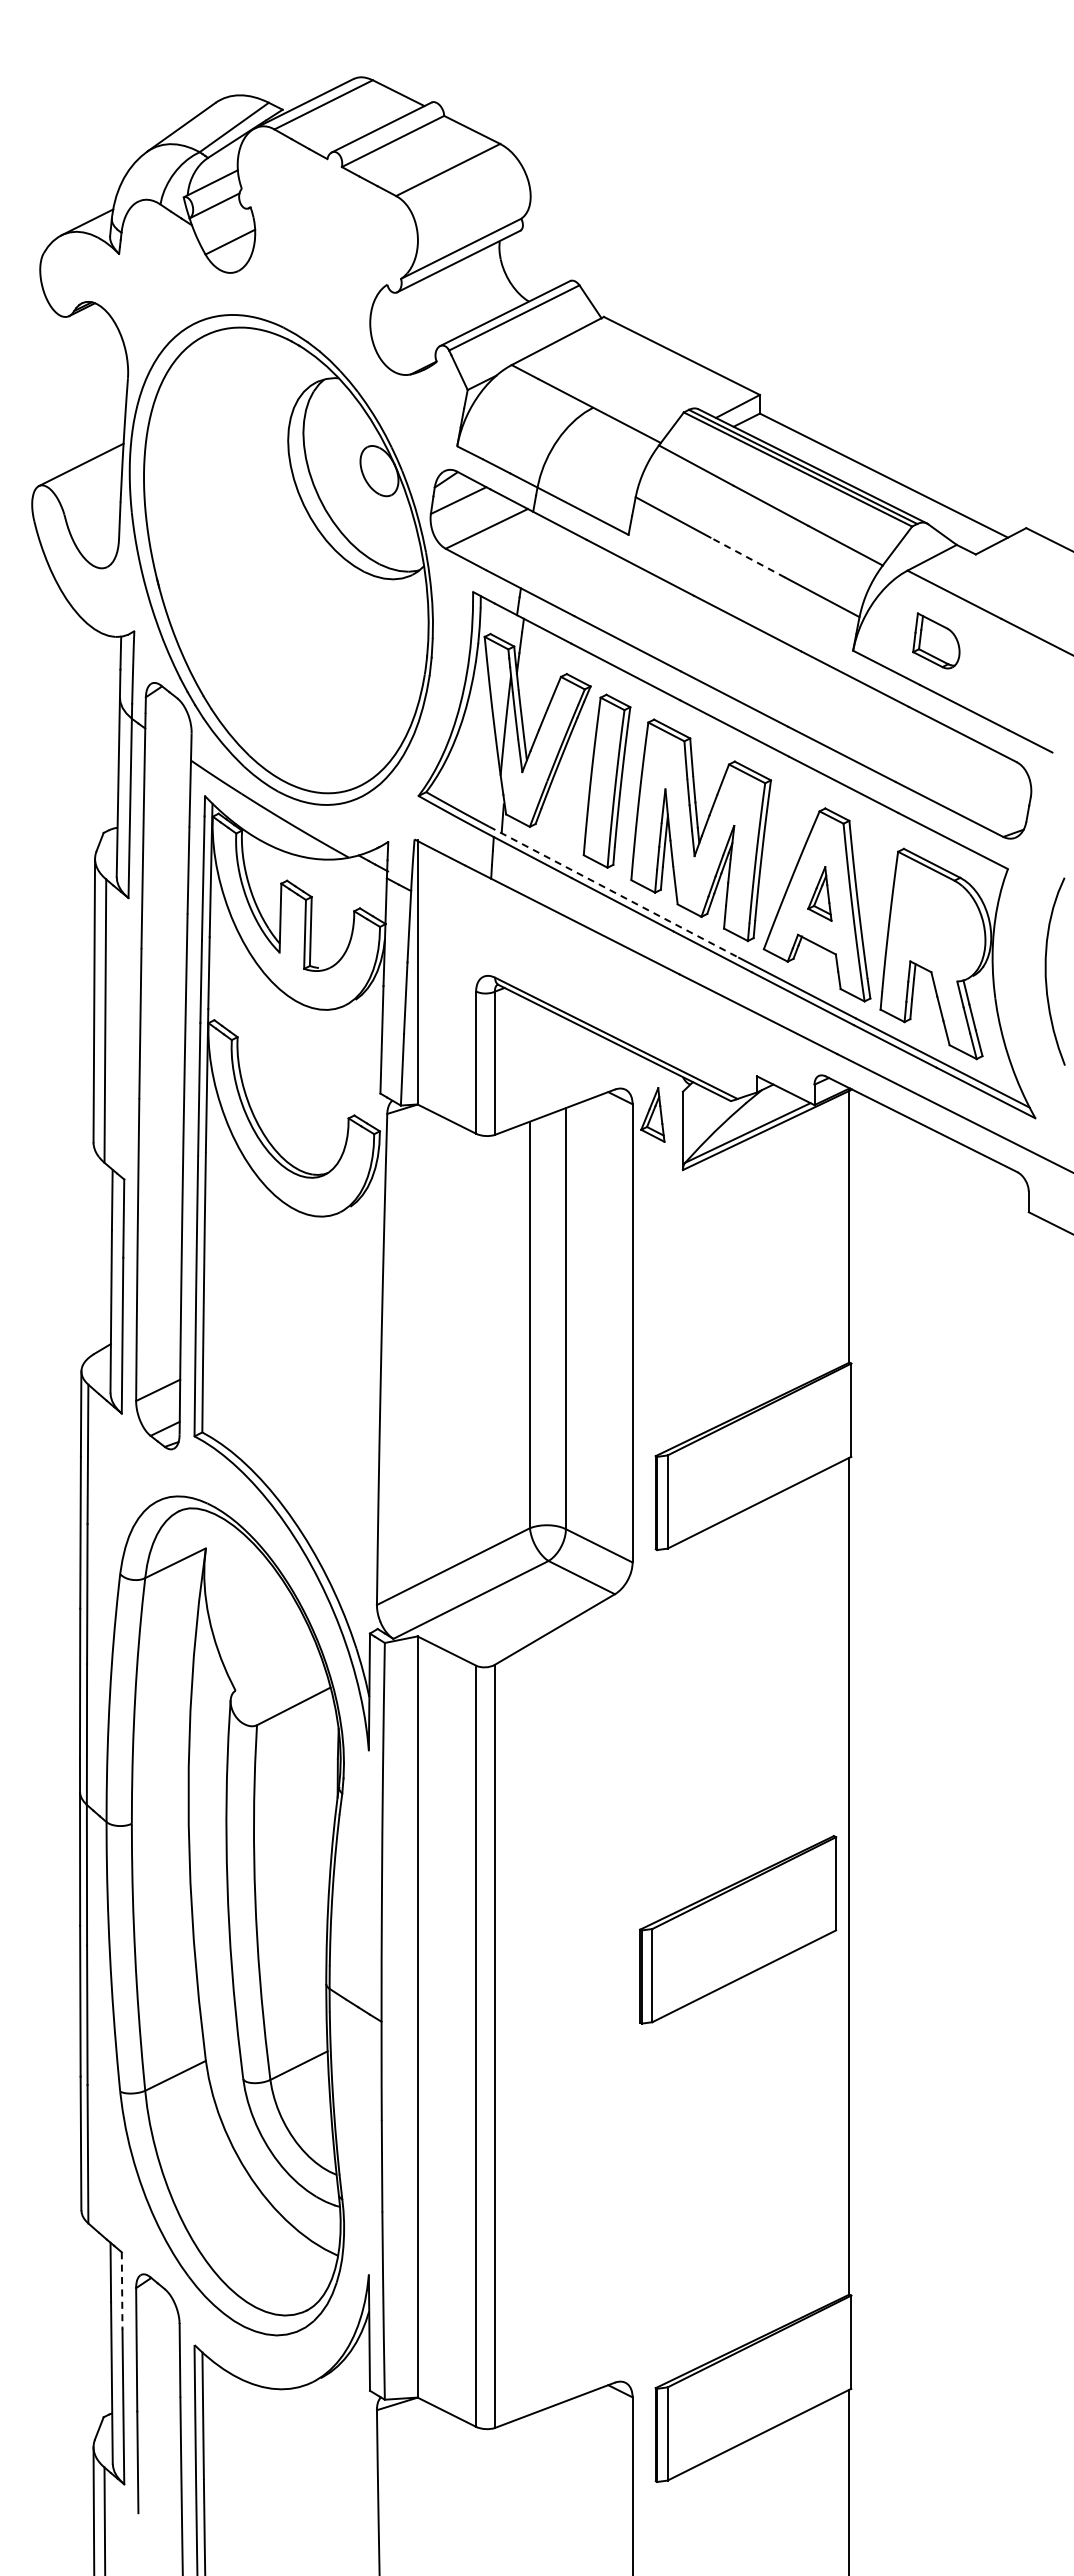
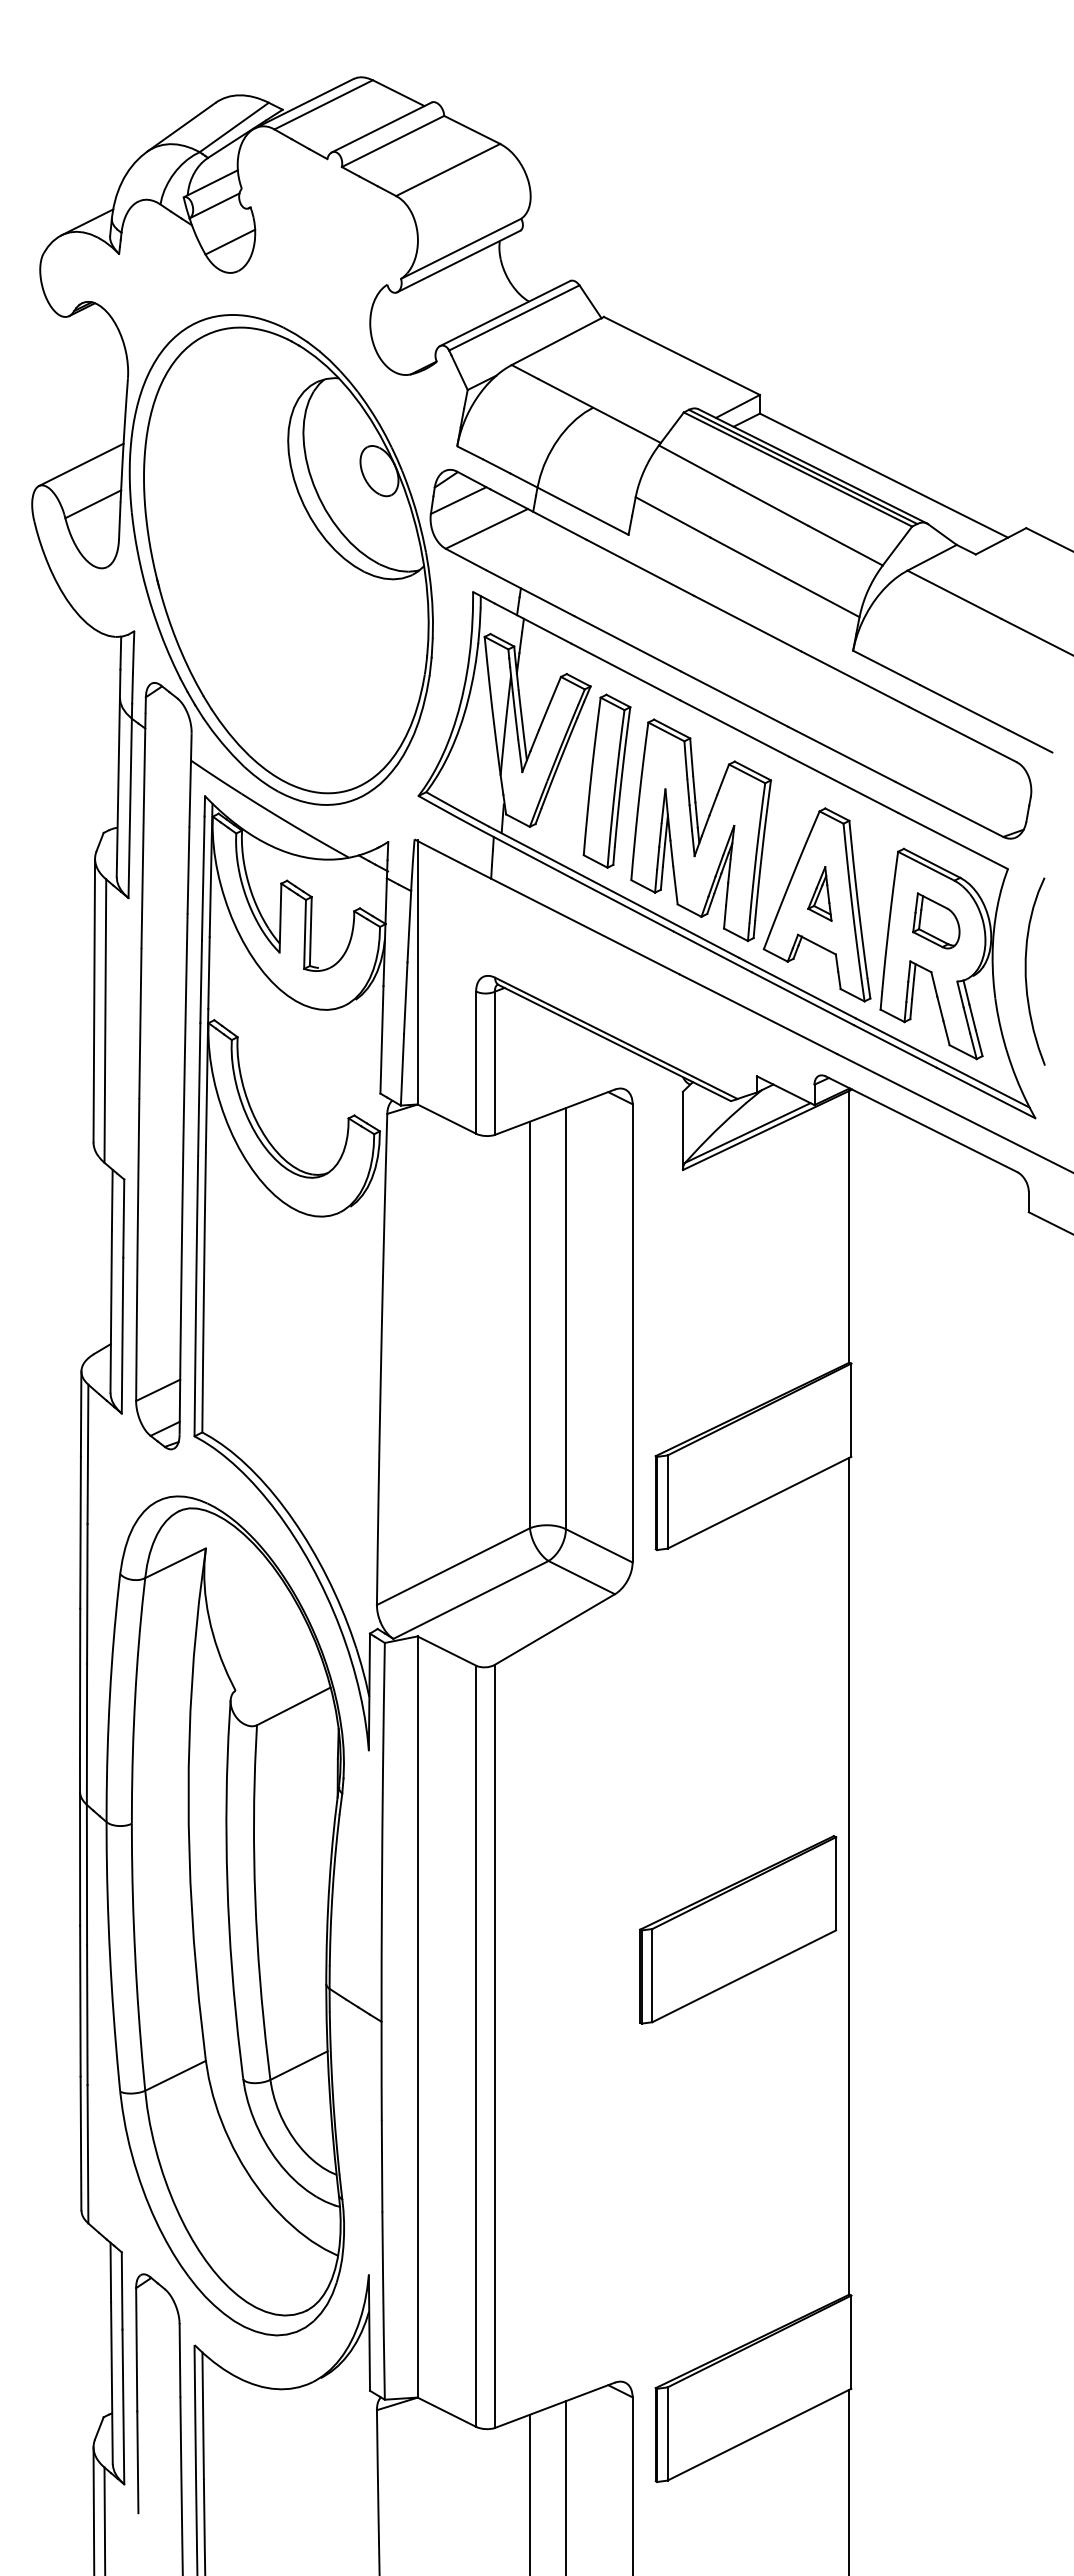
line at (93, 504): none -> present
line at (747, 557): dashed -> solid
part at (936, 640) position: (936, 640) -> (936, 920)
line at (614, 892): dashed -> solid
curve at (1046, 971) position: (1046, 971) -> (1026, 971)
part at (652, 1114): present -> none
line at (122, 2290): dashed -> solid
line at (565, 2486): none -> present
line at (529, 2493): none -> present
